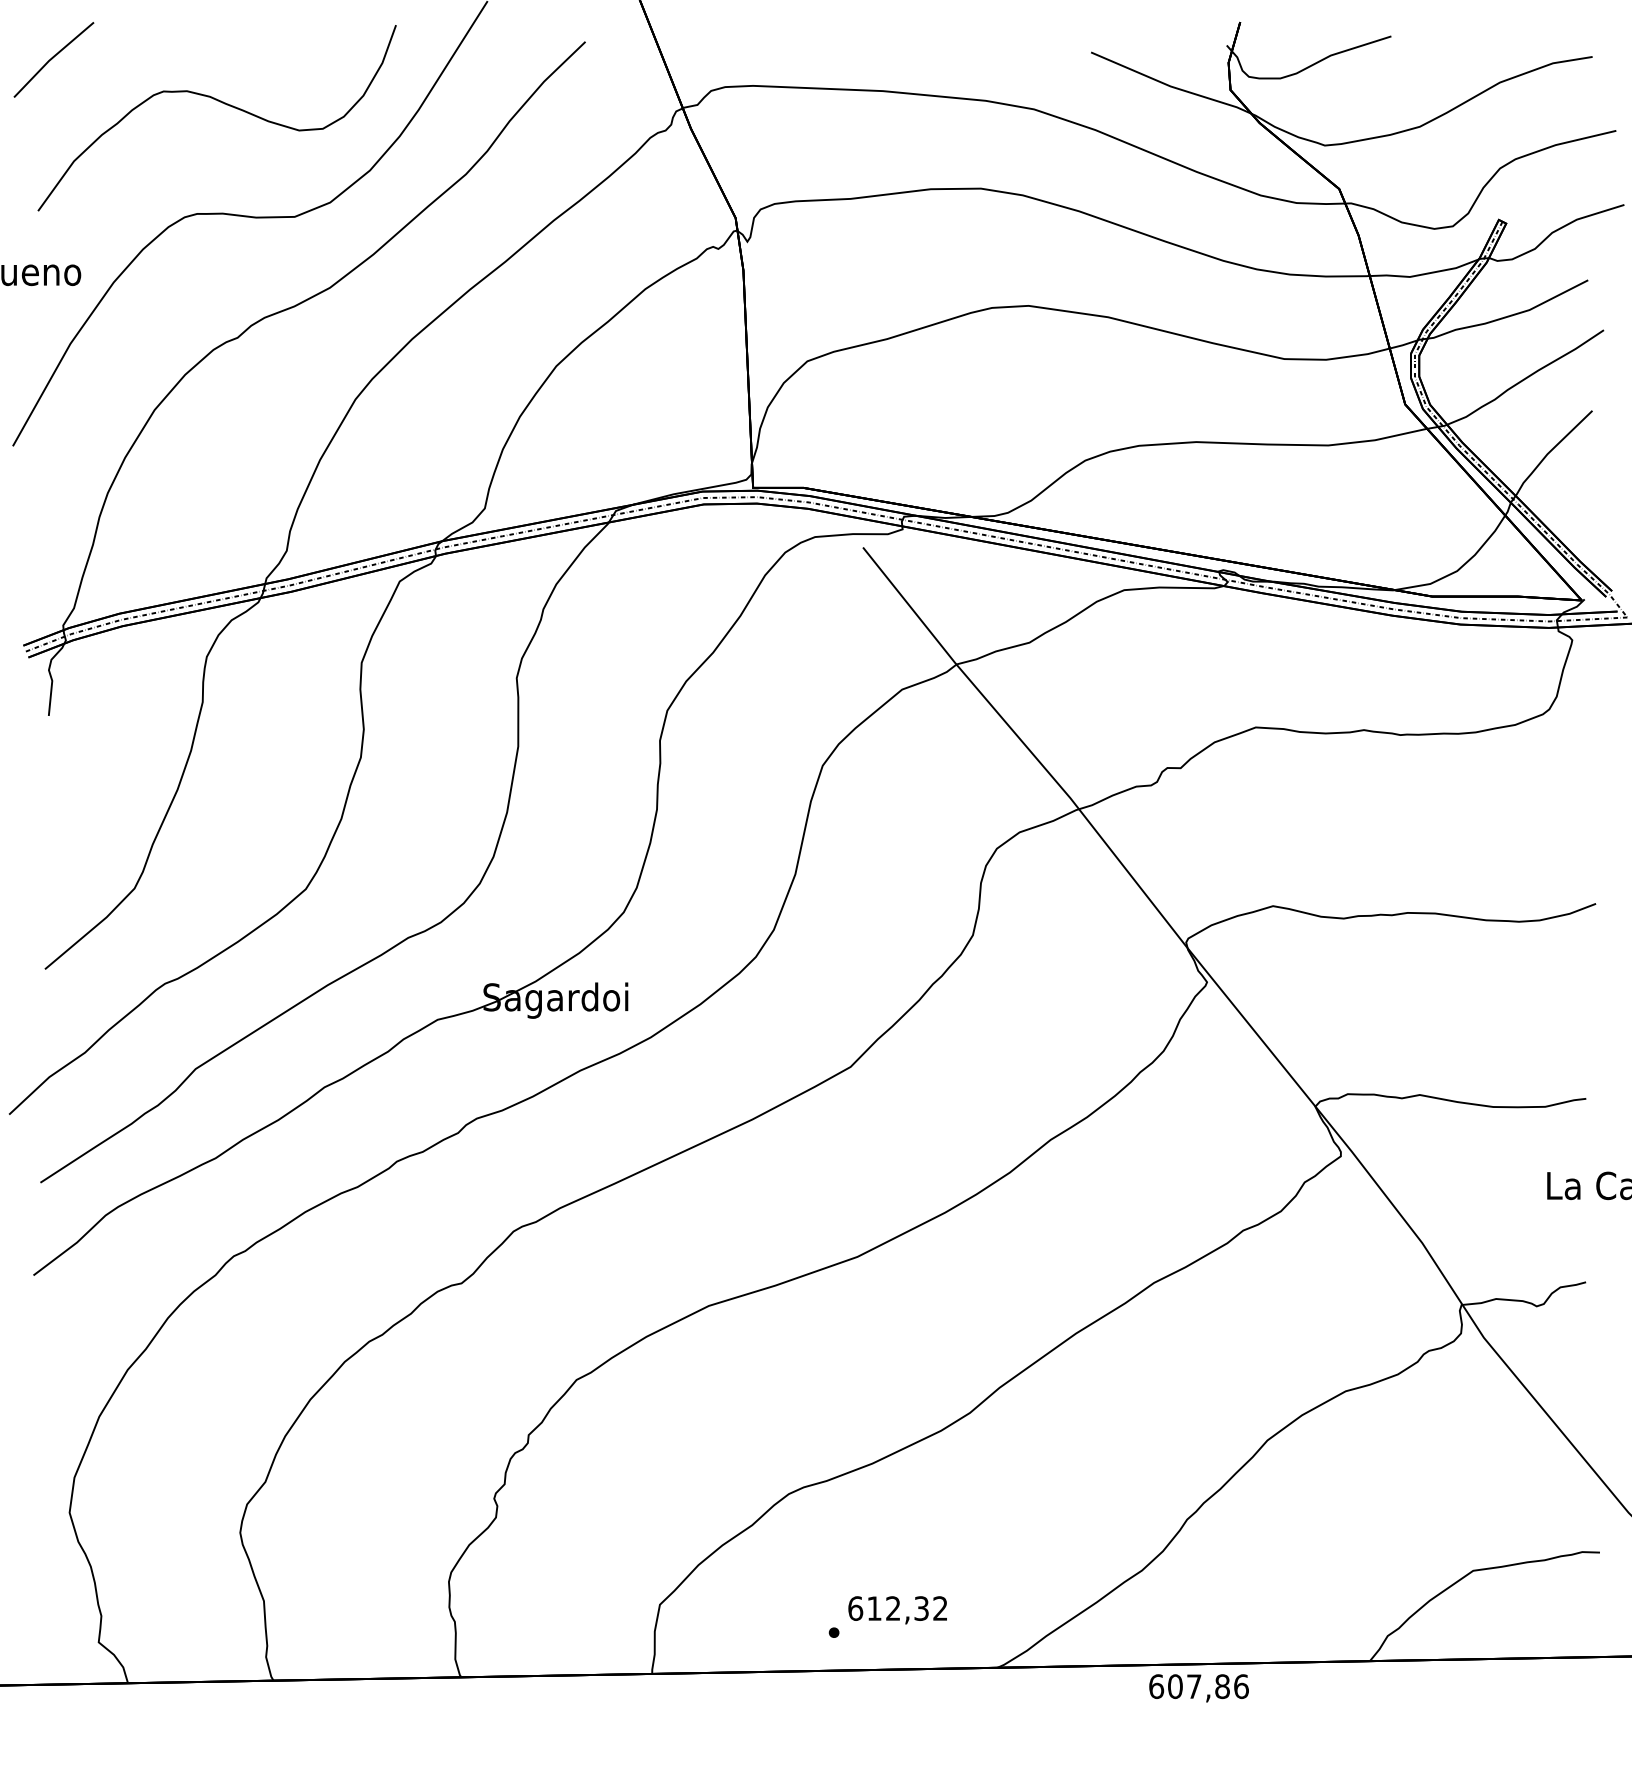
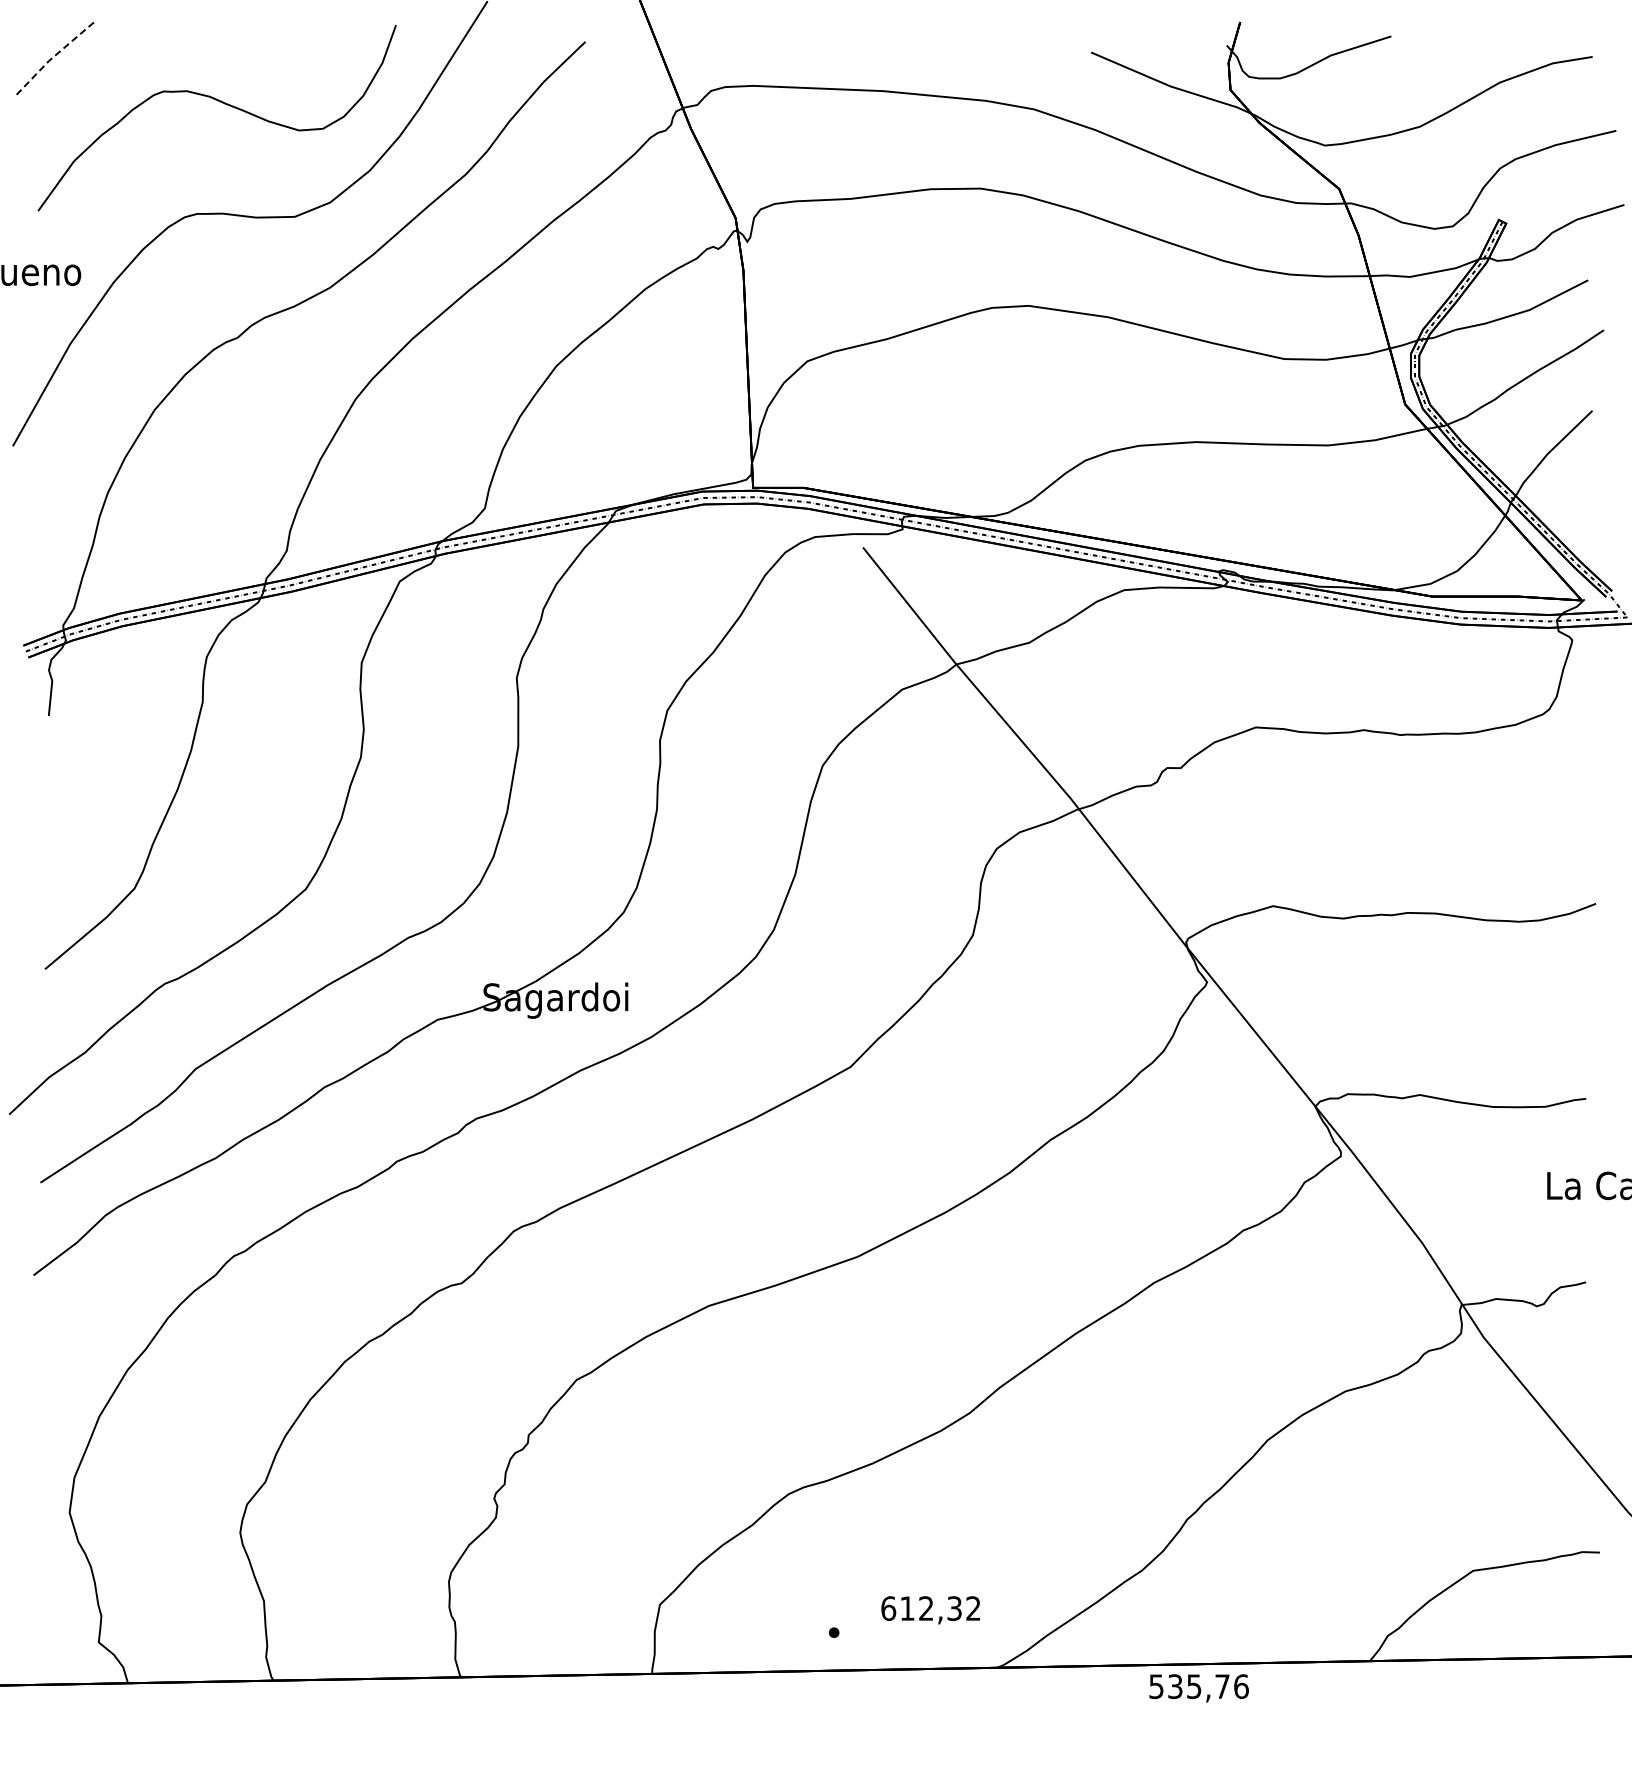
line at (52, 58): solid -> dashed
text at (897, 1610) position: (897, 1610) -> (930, 1610)
text at (1189, 1686): 607,86 -> 535,76
